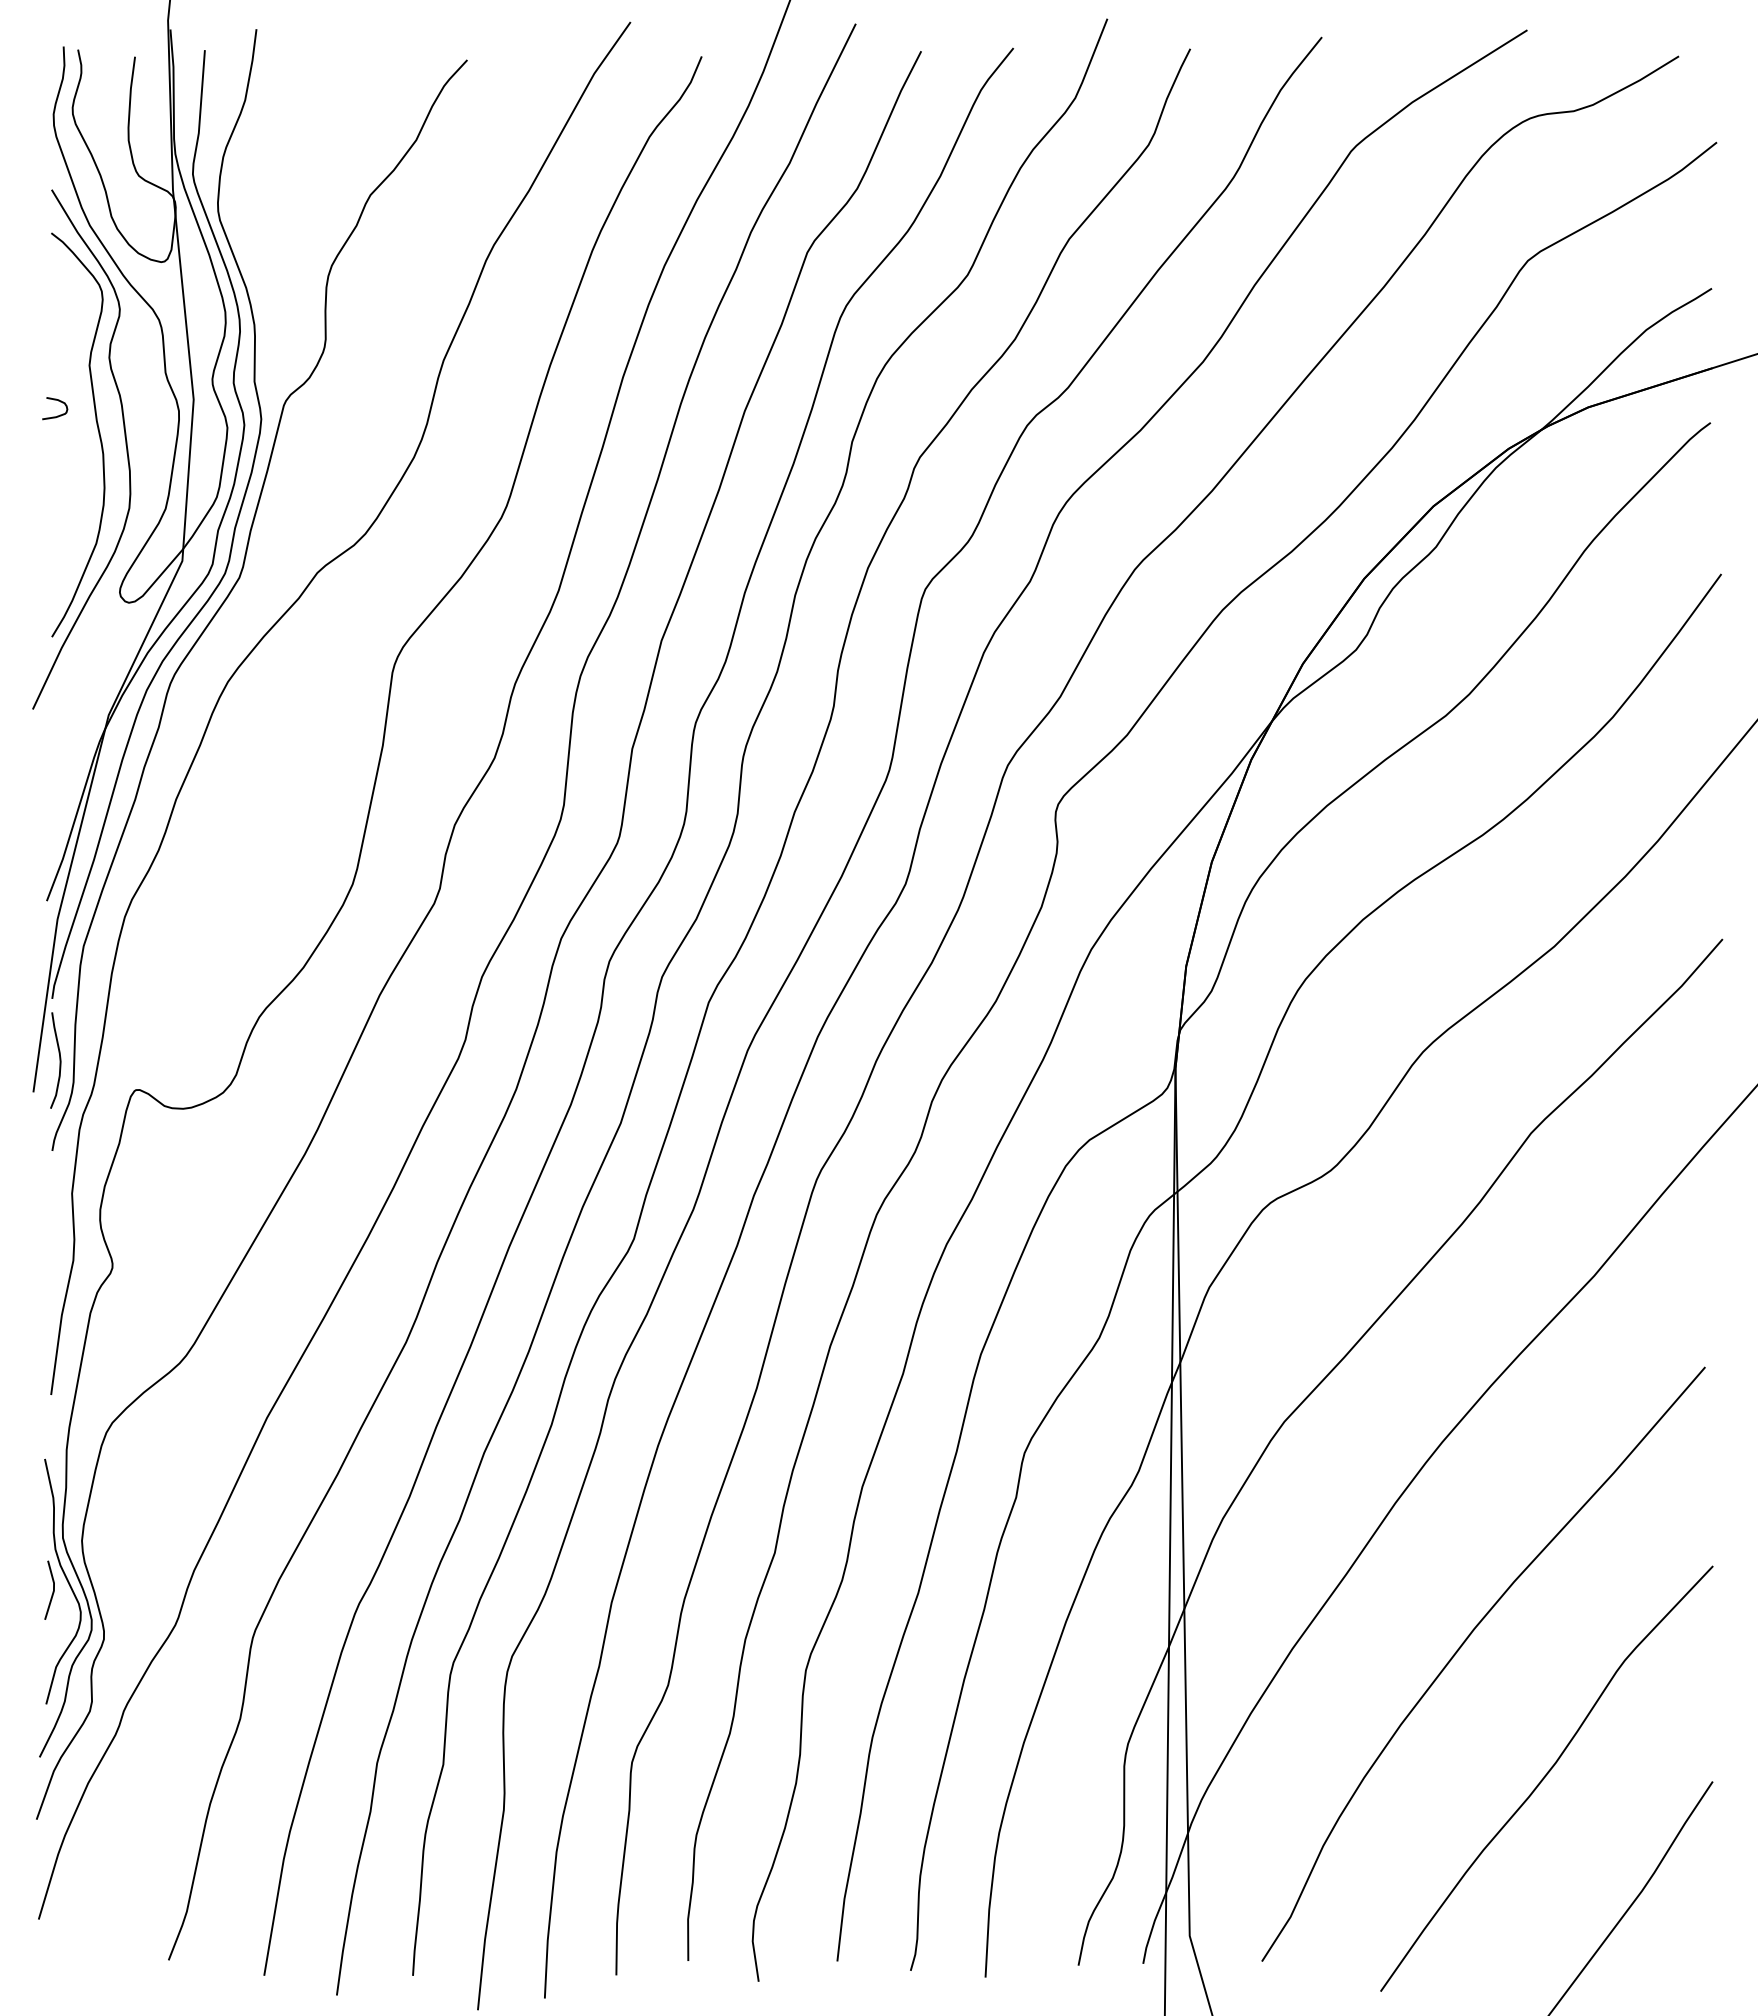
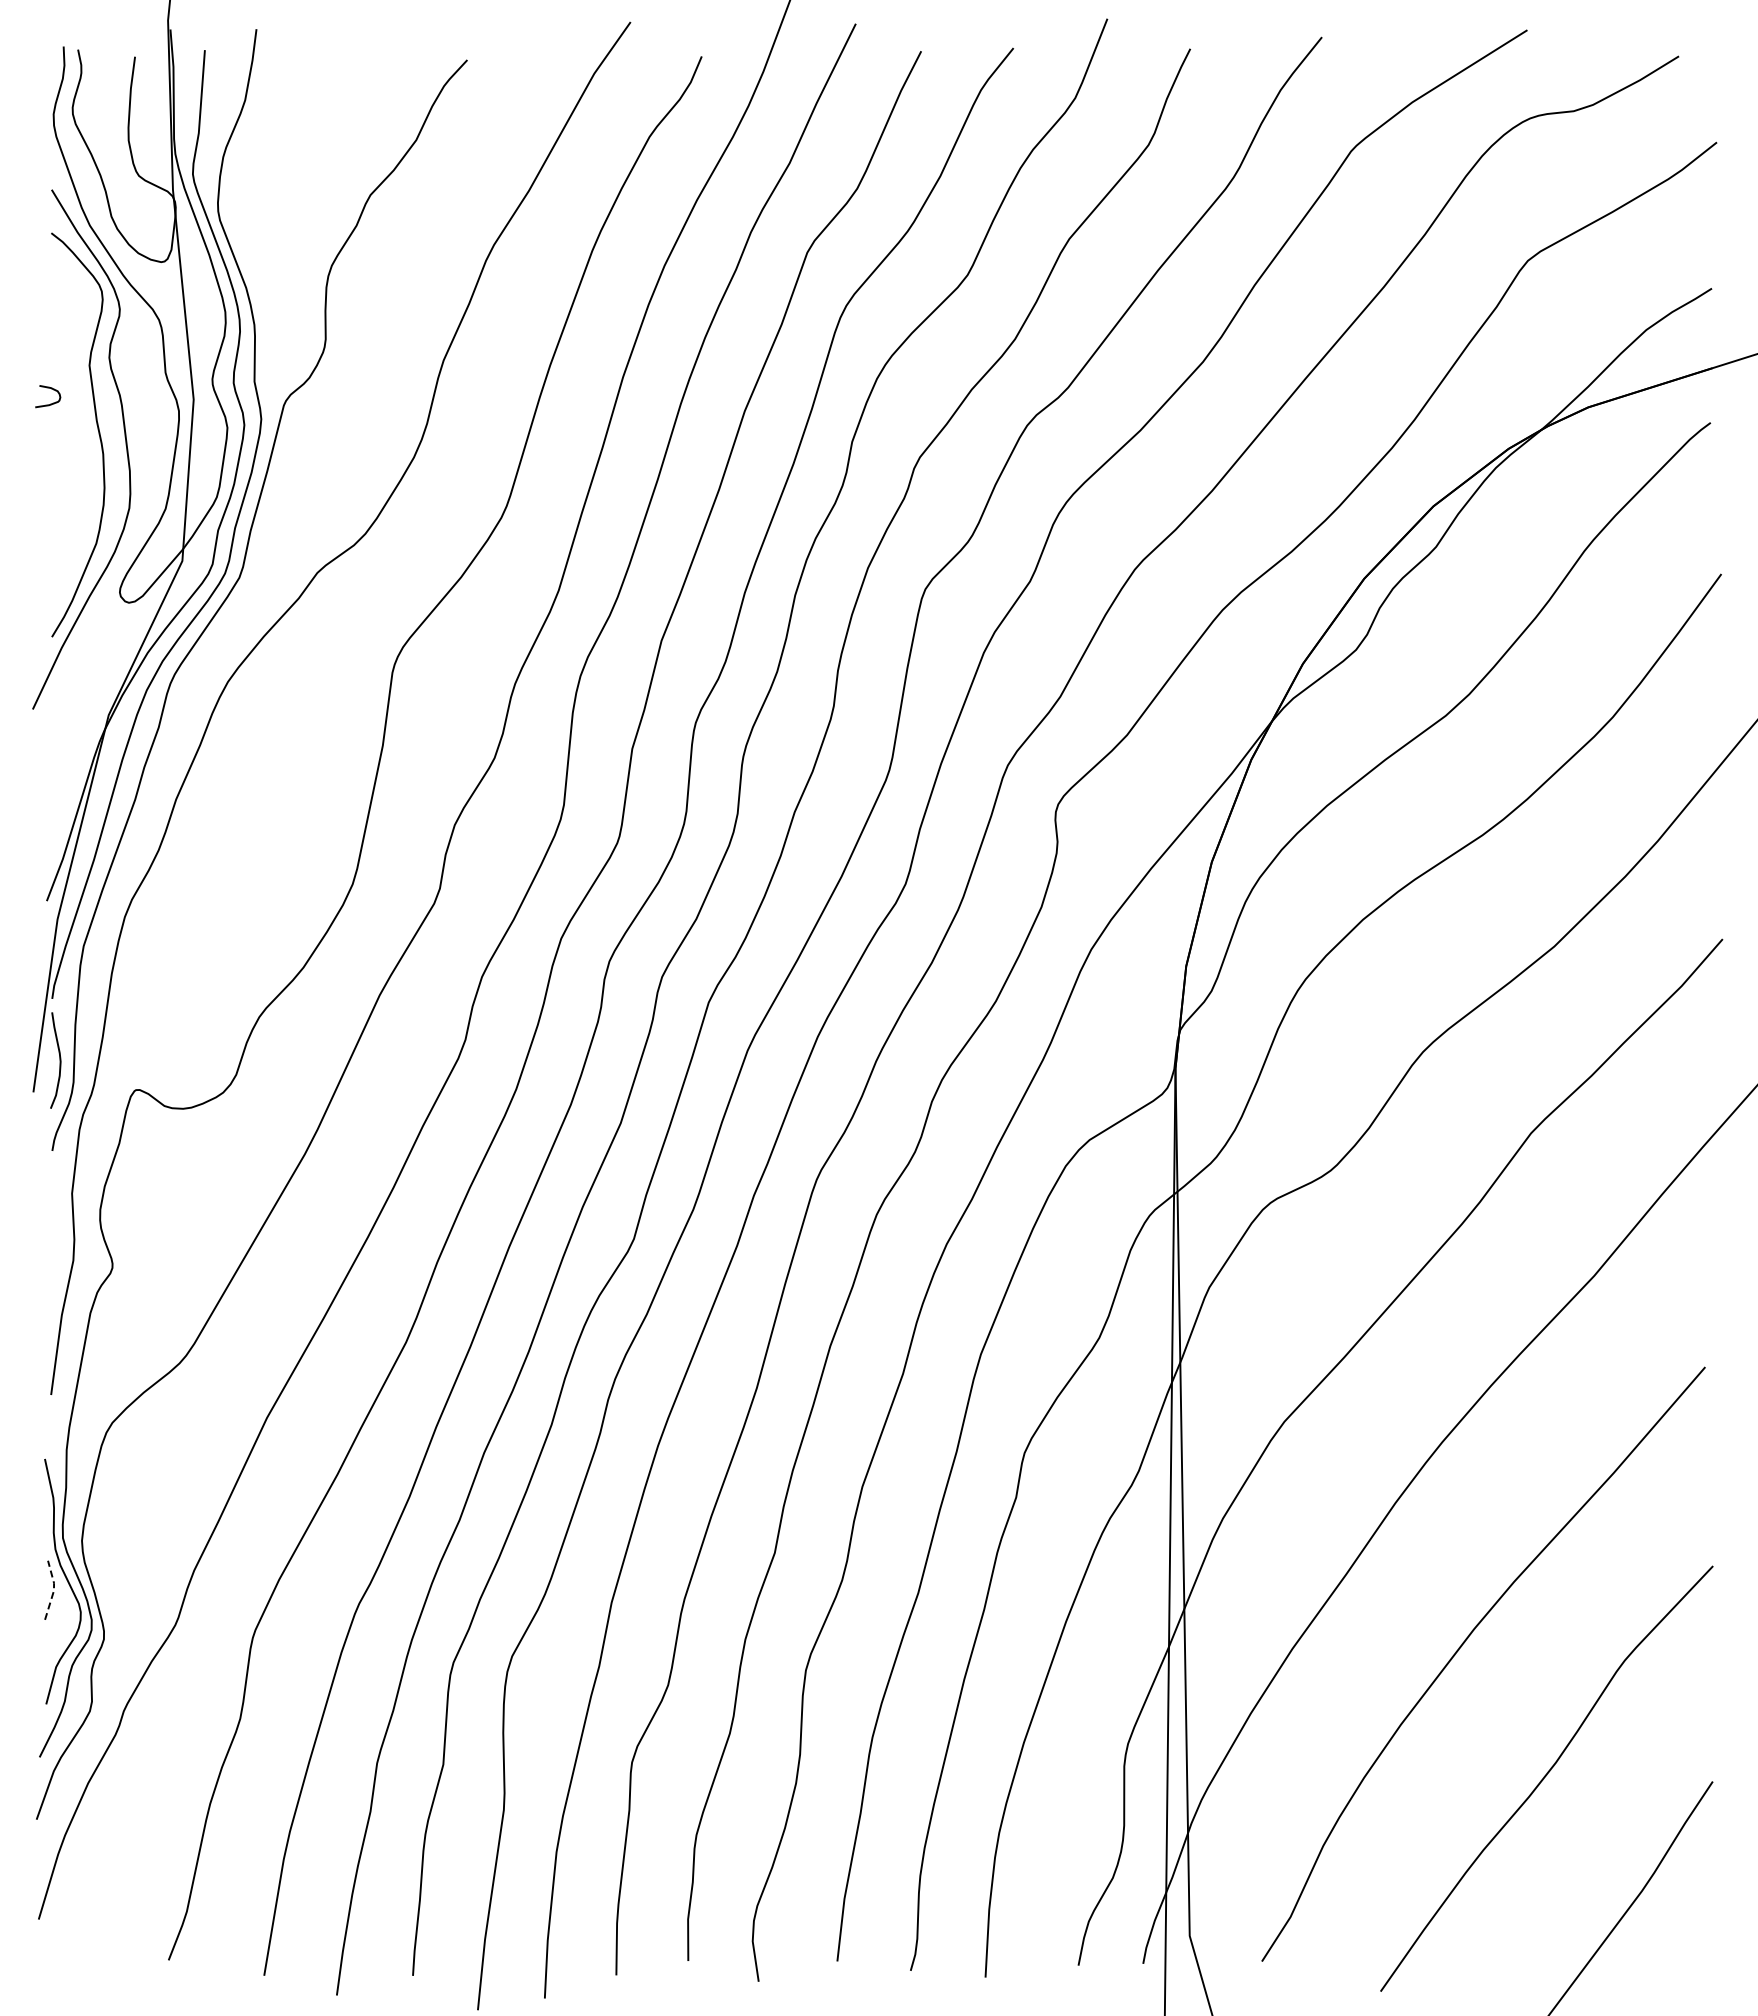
curve at (57, 415) position: (57, 415) -> (50, 403)
line at (53, 1589): solid -> dashed
